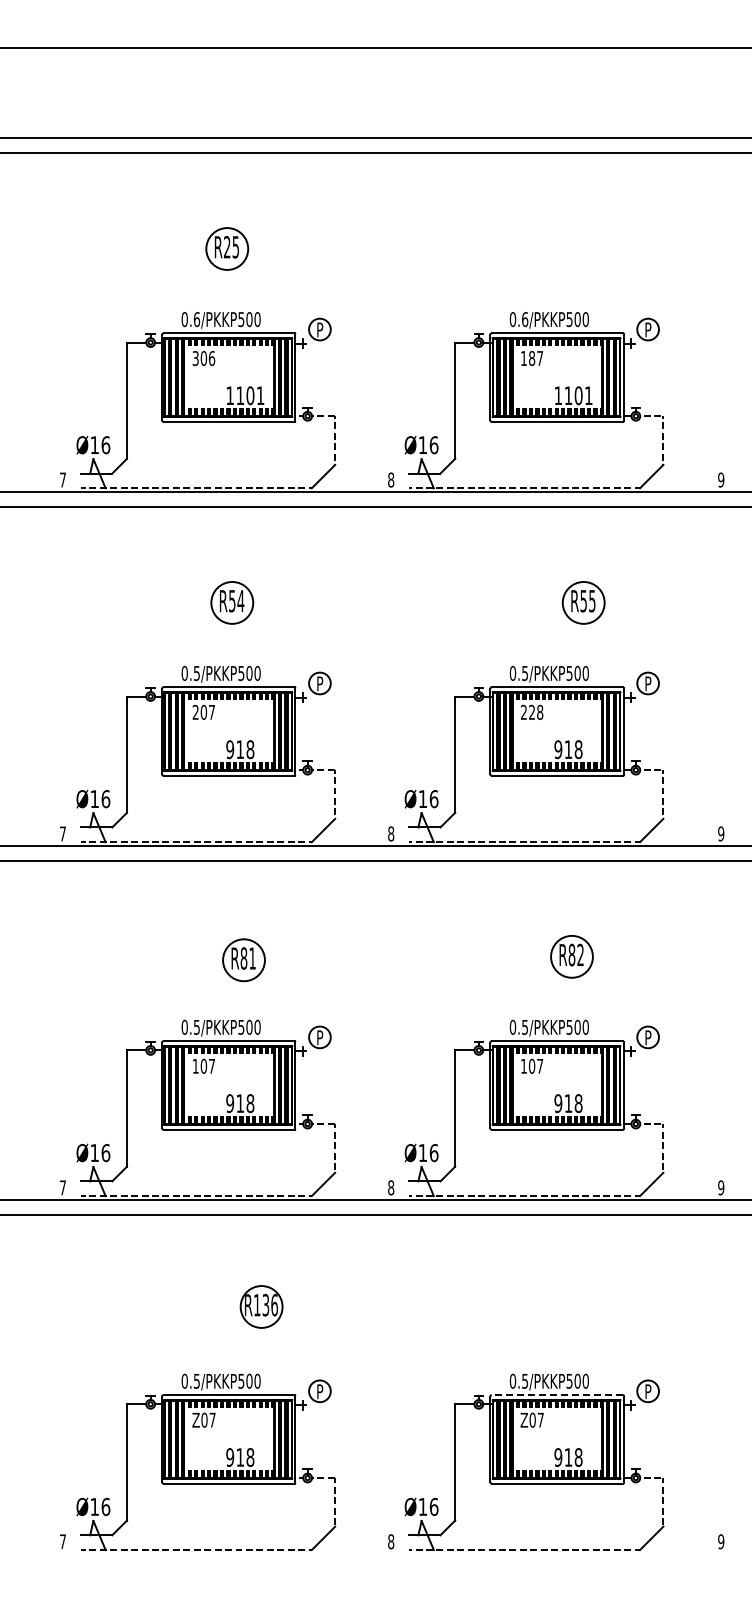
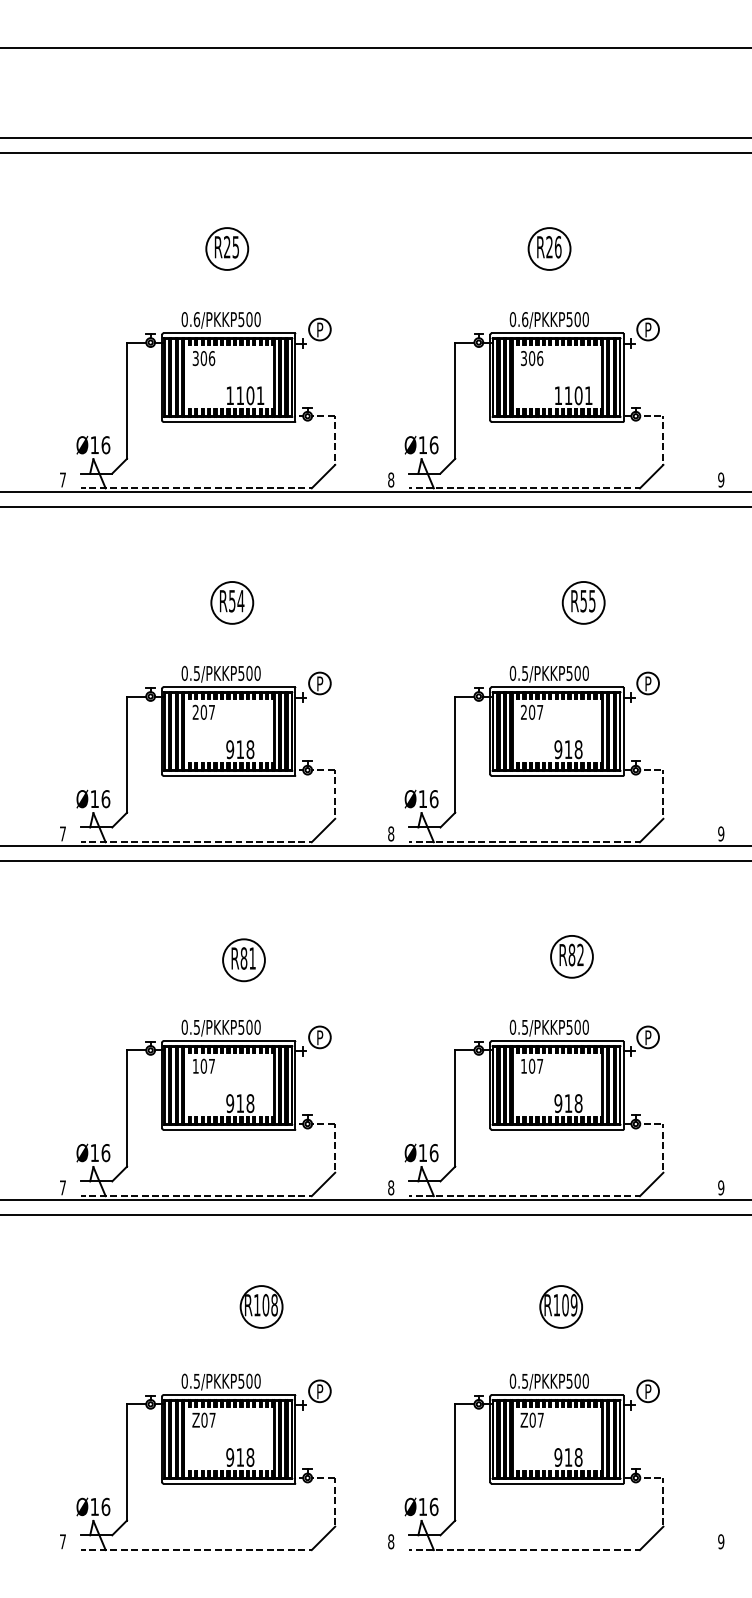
part at (549, 248): none -> present
text at (532, 358): 187 -> 306
text at (536, 711): 228 -> 207
text at (269, 1304): R136 -> R108
part at (560, 1306): none -> present
line at (557, 1395): dashed -> solid
